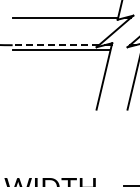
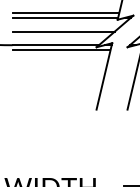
line at (65, 12): none -> present
line at (63, 31): none -> present
line at (55, 45): dashed -> solid
